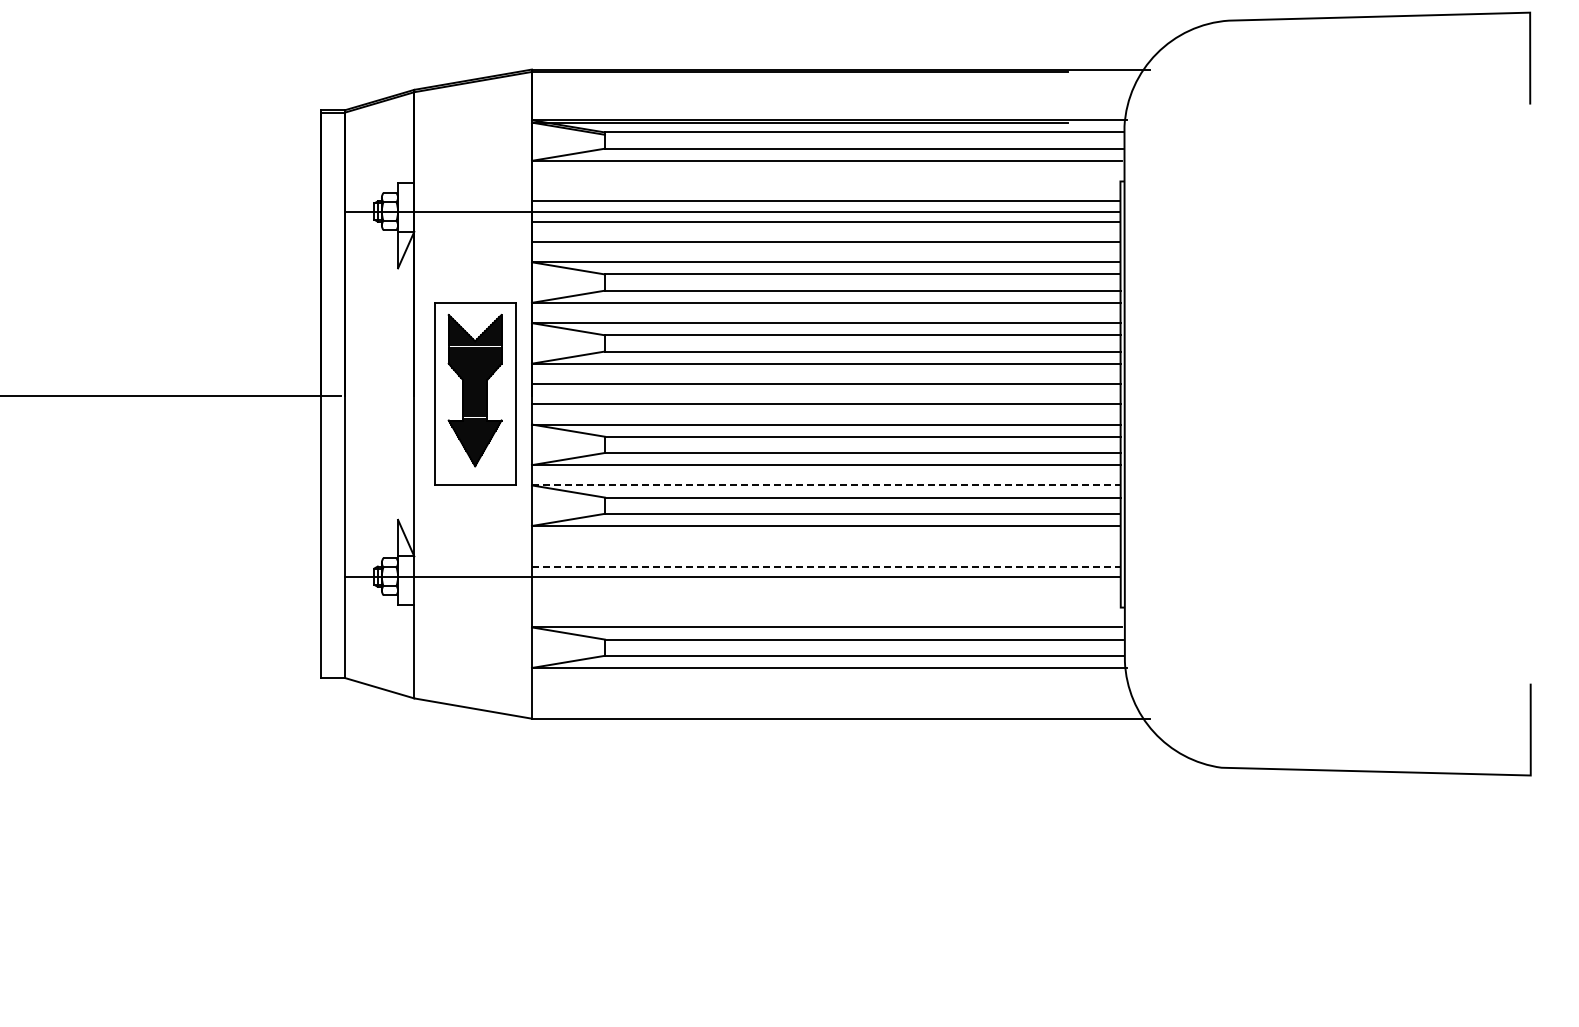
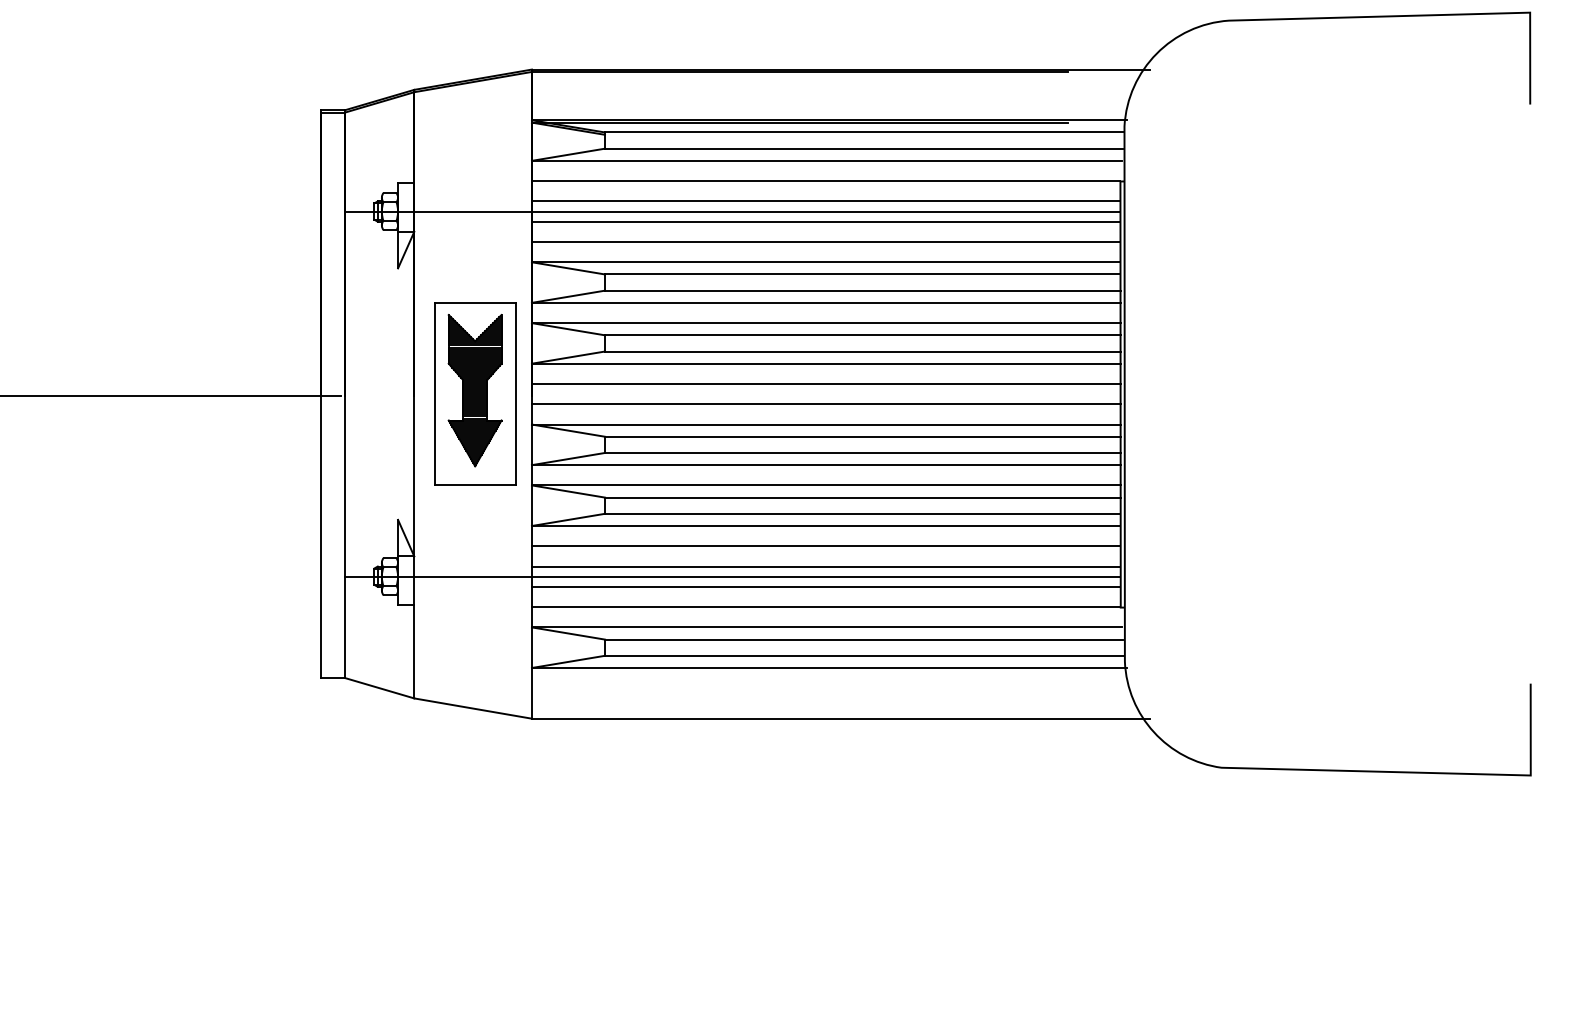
line at (825, 181): none -> present
line at (826, 485): dashed -> solid
line at (825, 546): none -> present
line at (826, 566): dashed -> solid
line at (825, 586): none -> present
line at (825, 607): none -> present
